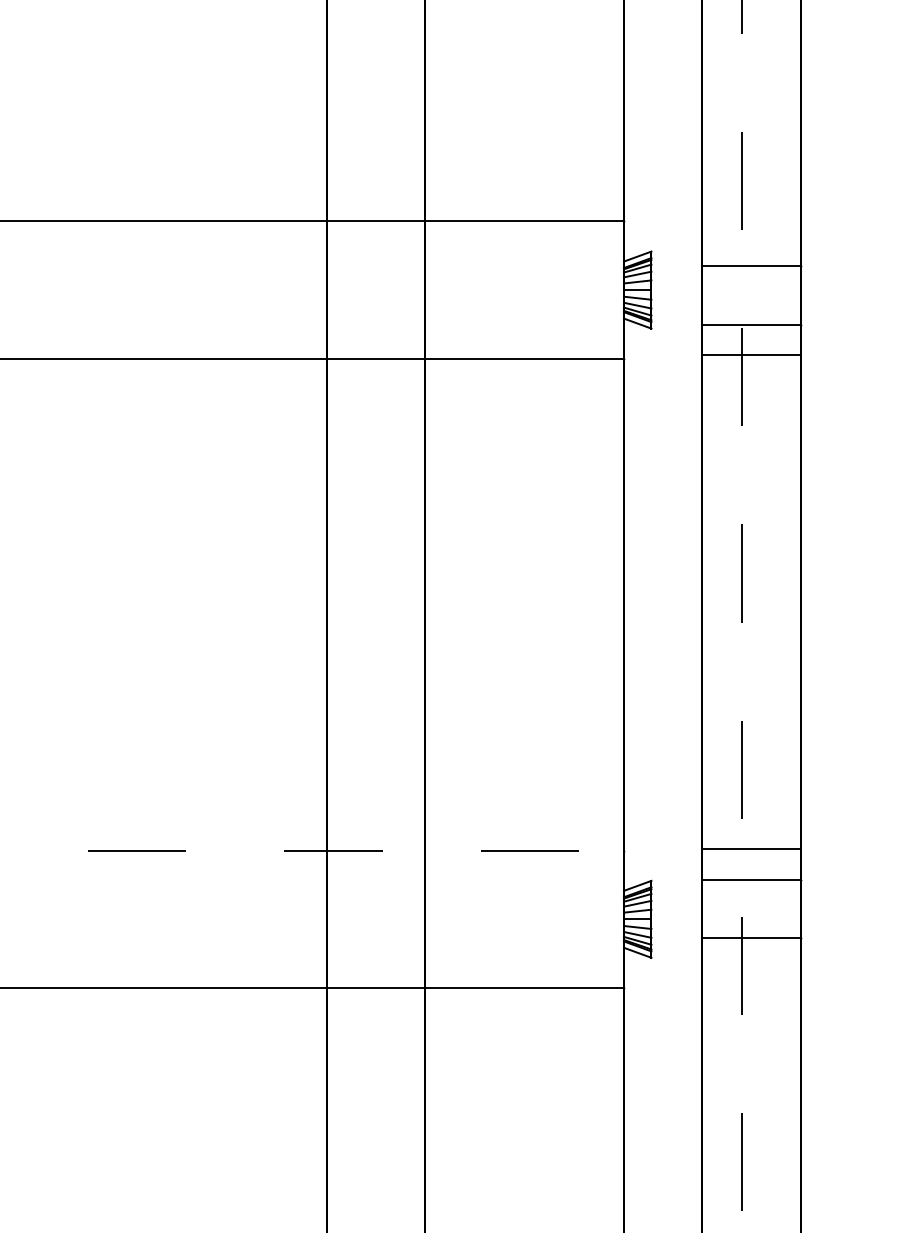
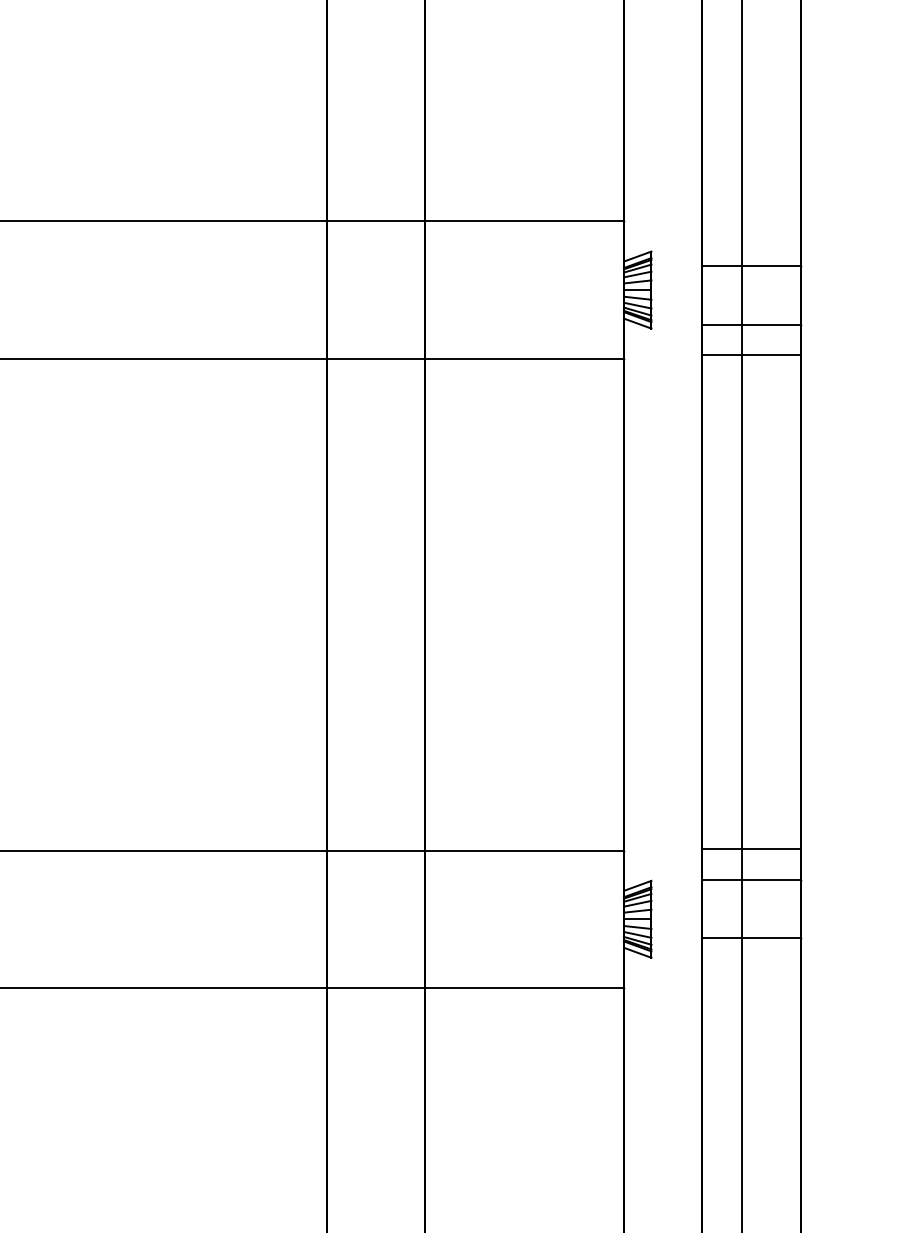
line at (741, 616): dashed -> solid
line at (312, 850): dashed -> solid
